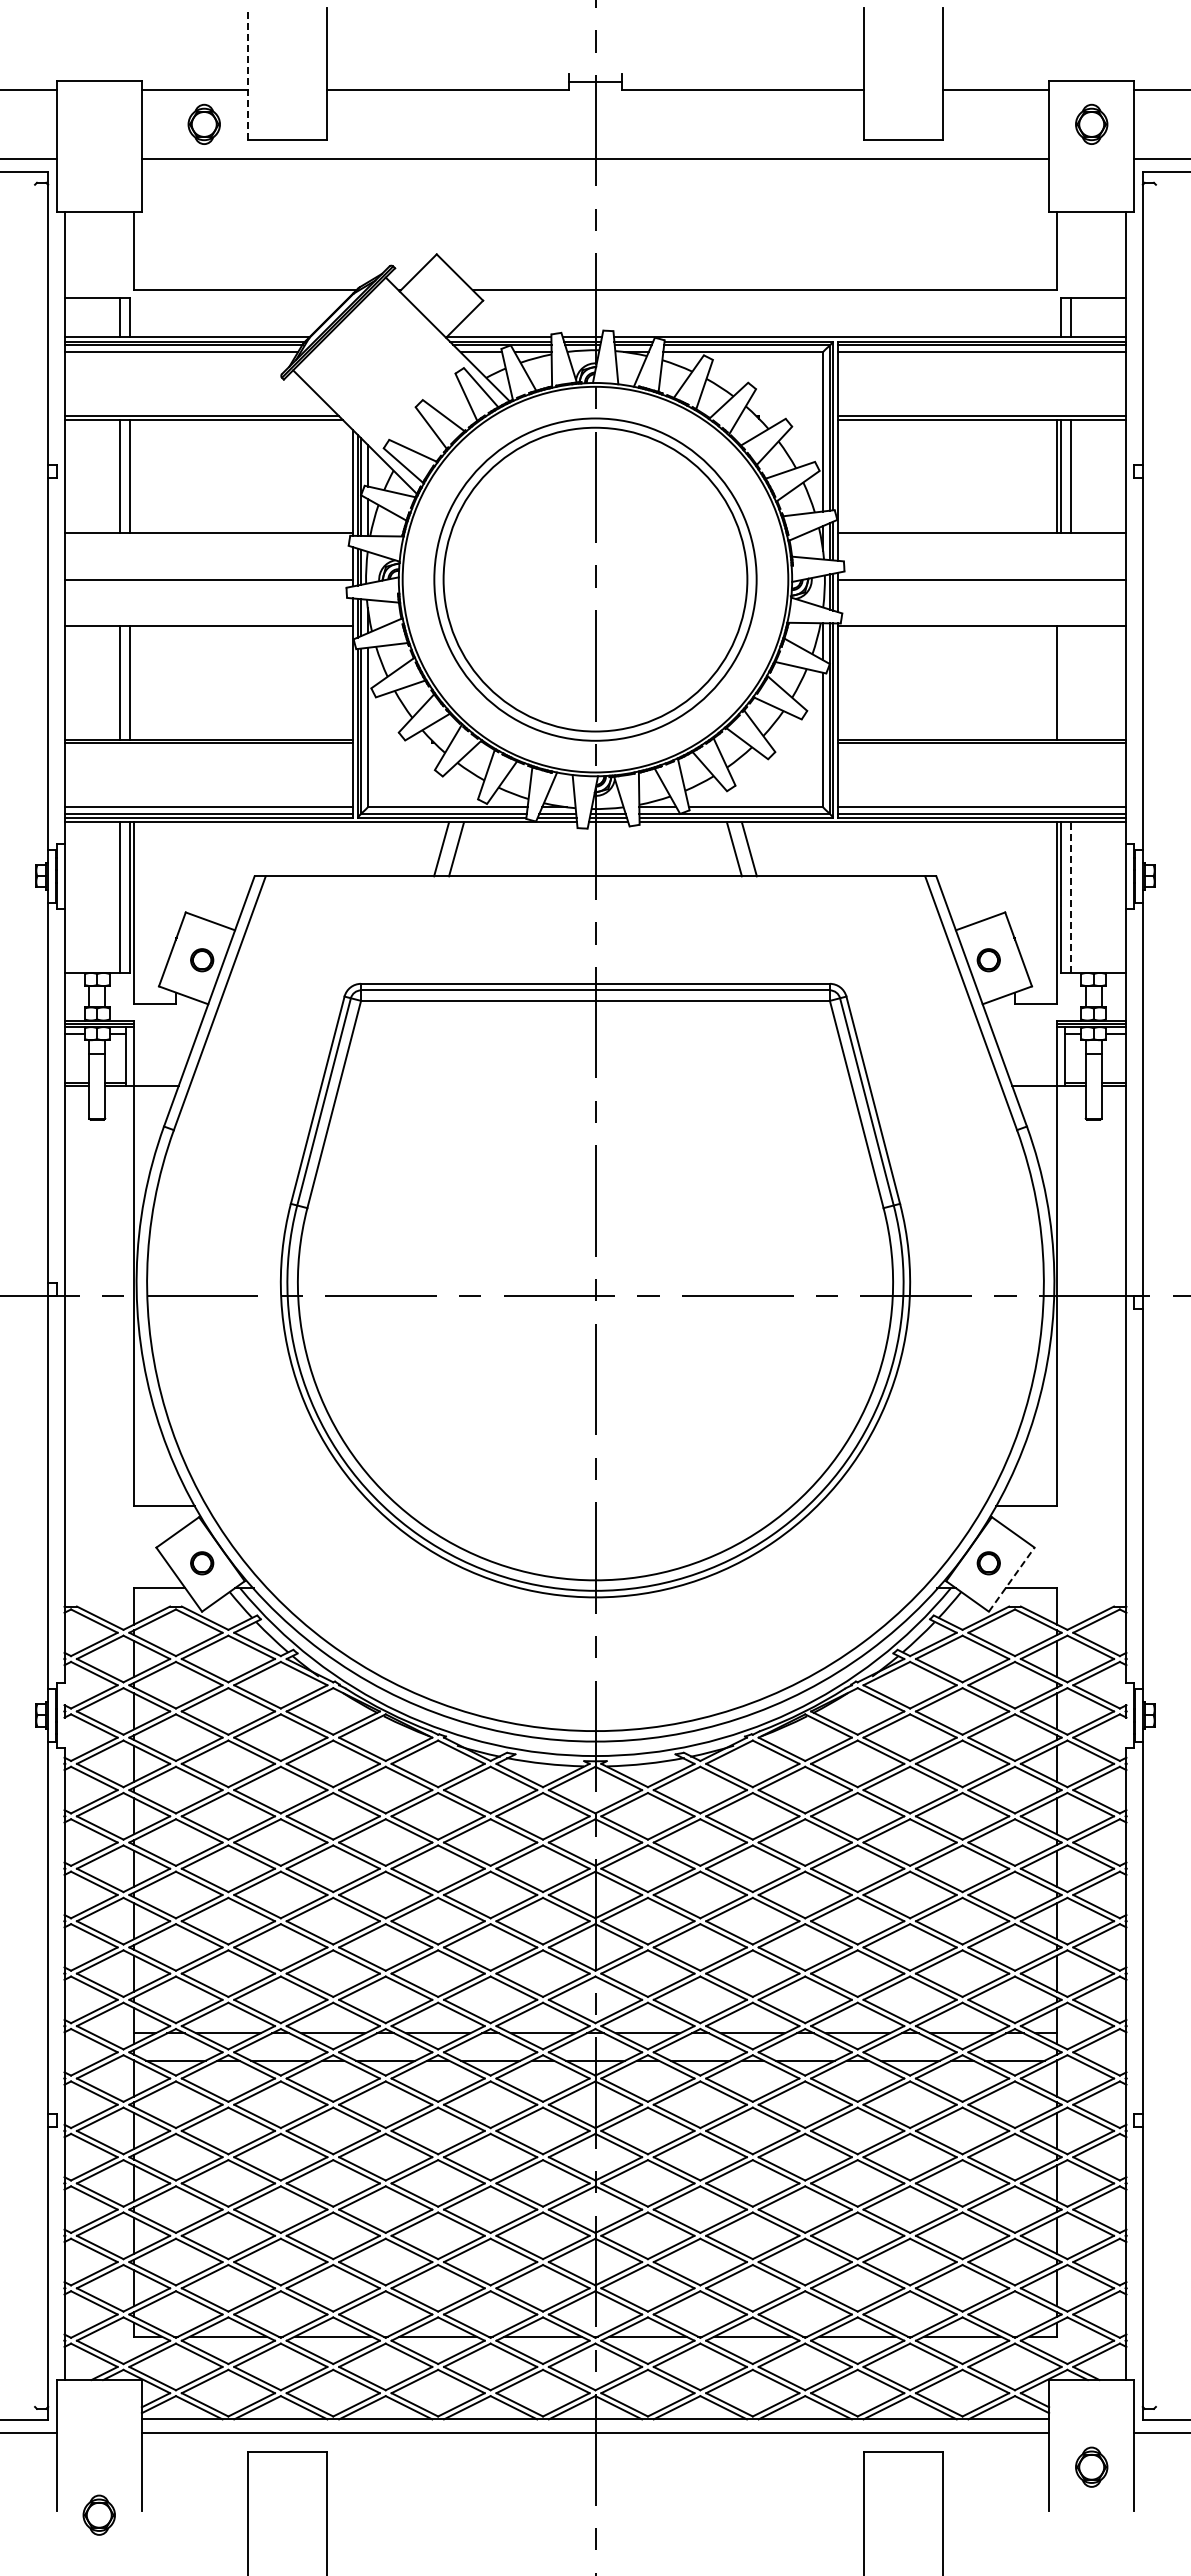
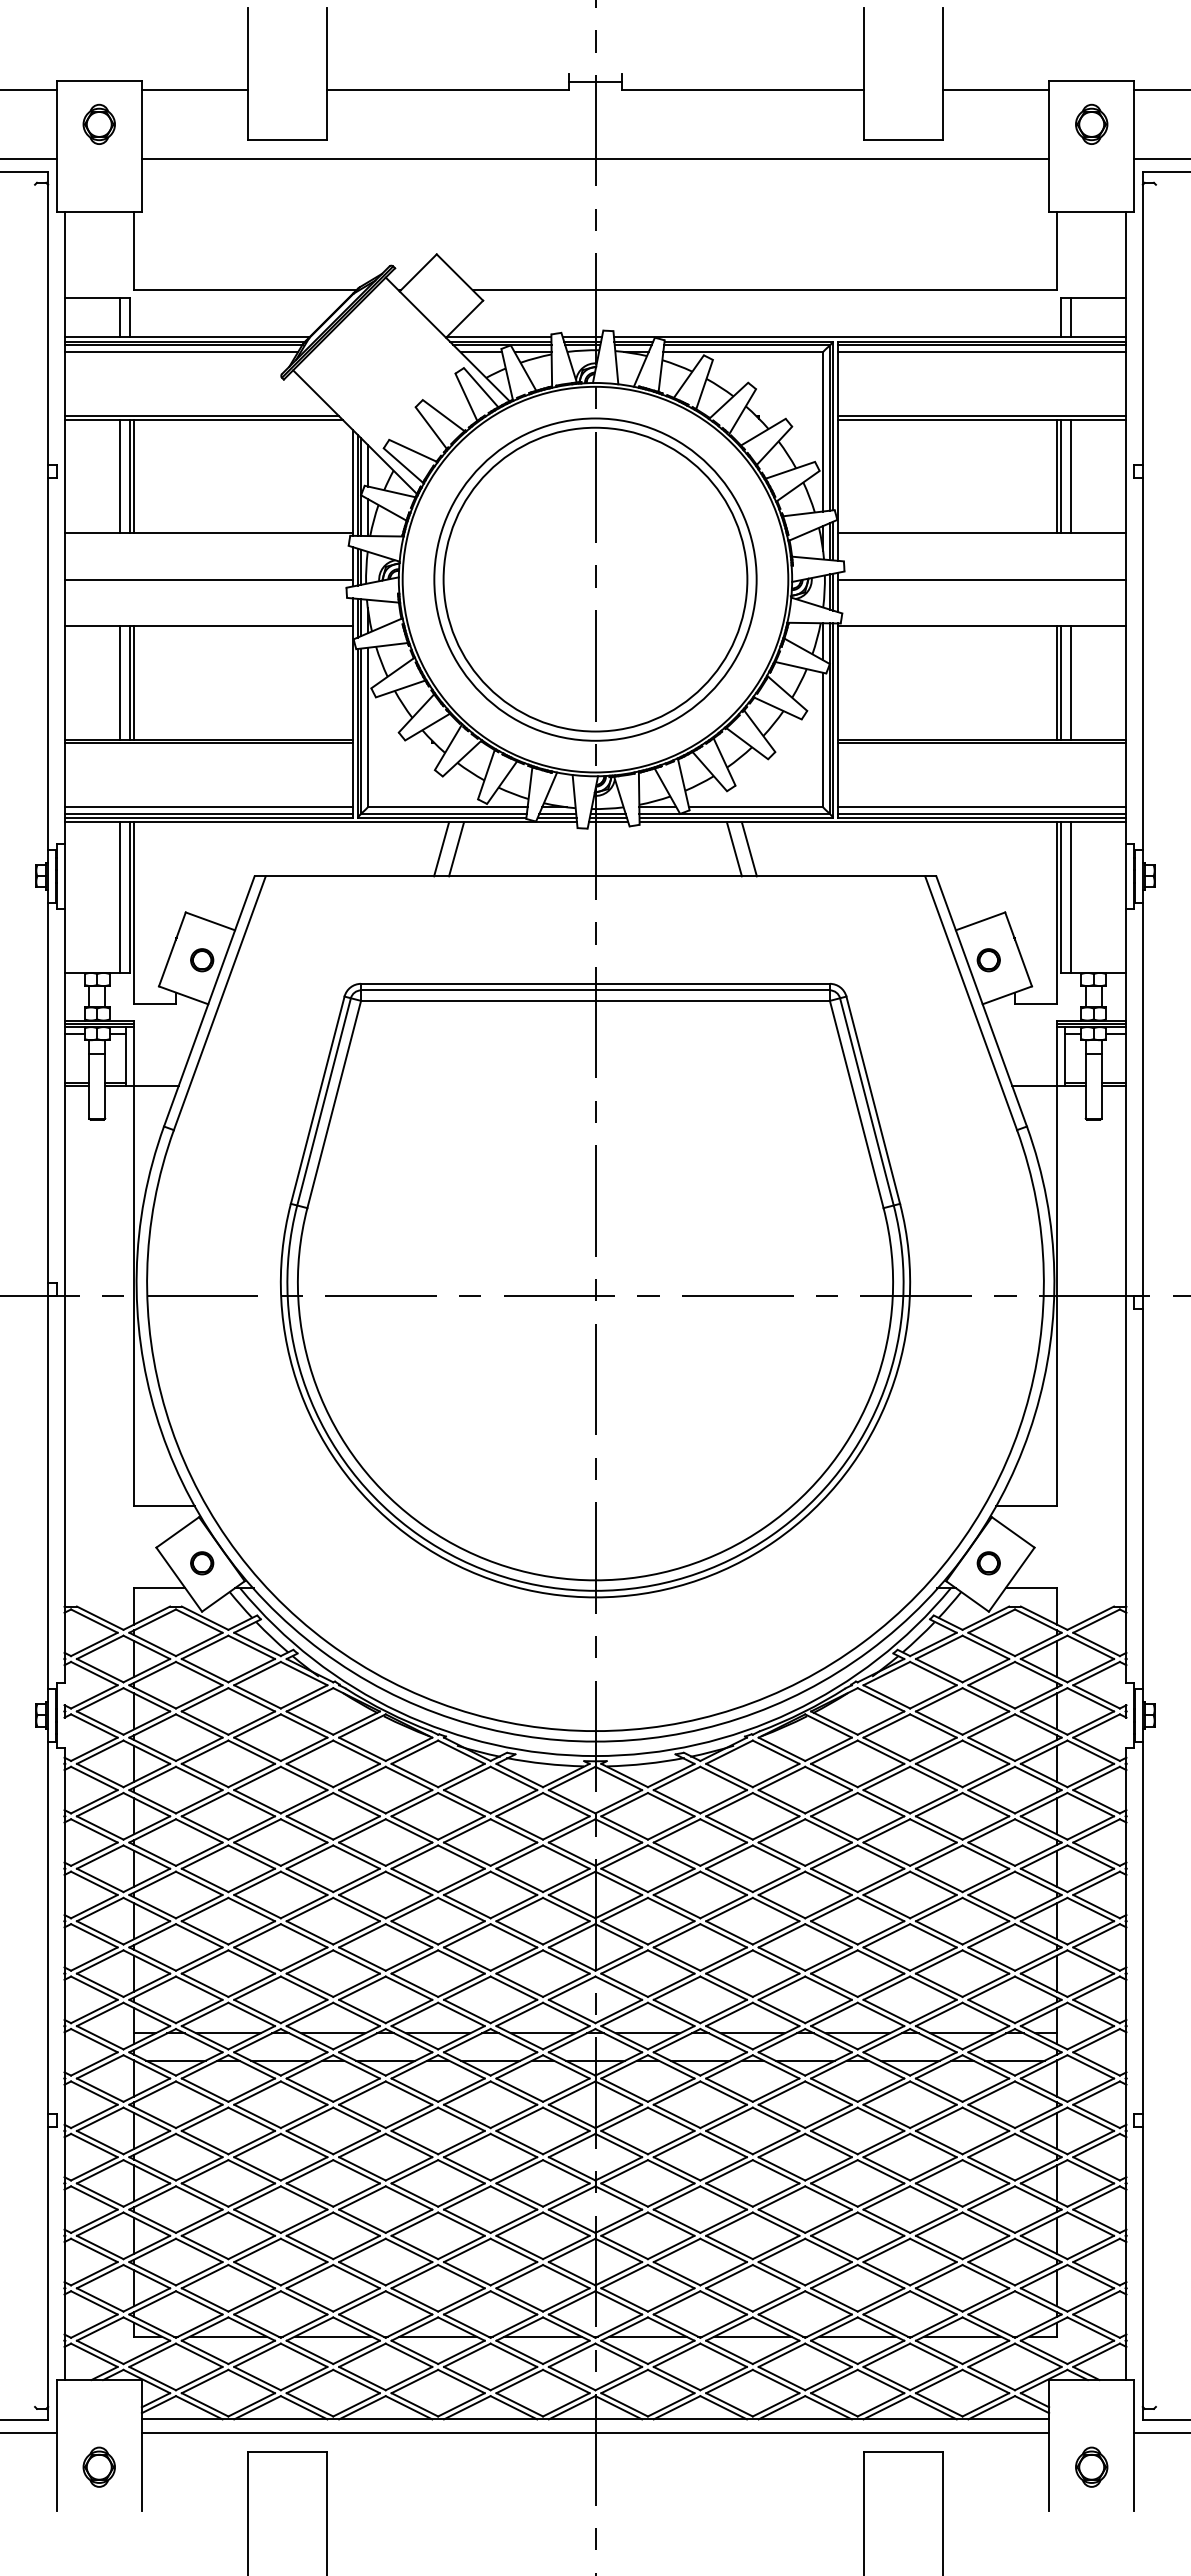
line at (248, 74): dashed -> solid
part at (203, 123) position: (203, 123) -> (98, 123)
line at (134, 476): none -> present
line at (134, 682): none -> present
line at (1060, 682): none -> present
line at (1070, 682): none -> present
line at (1070, 897): dashed -> solid
line at (1012, 1579): dashed -> solid
part at (98, 2514) position: (98, 2514) -> (98, 2466)
